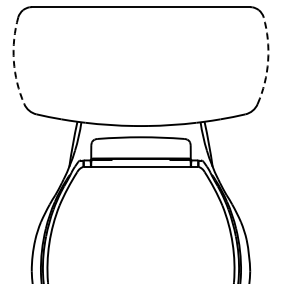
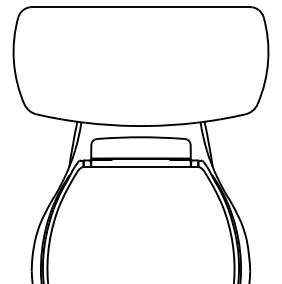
arc at (13, 61): dashed -> solid
arc at (268, 61): dashed -> solid
